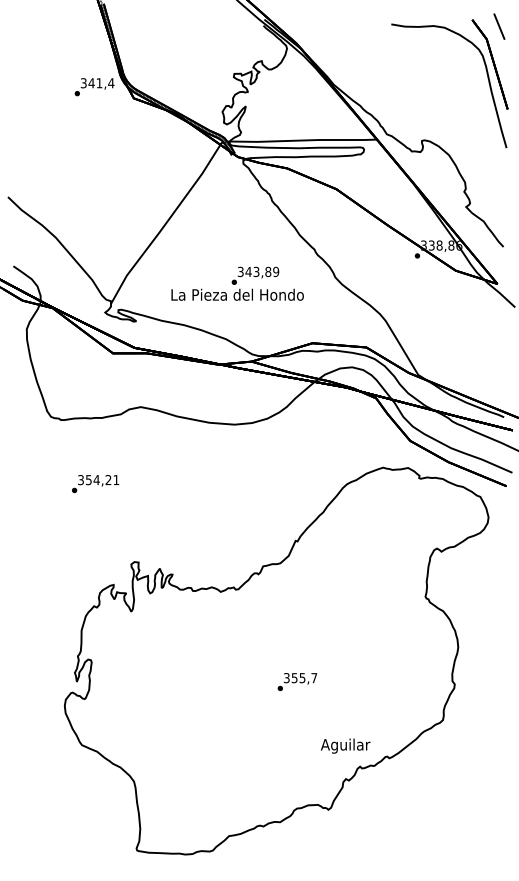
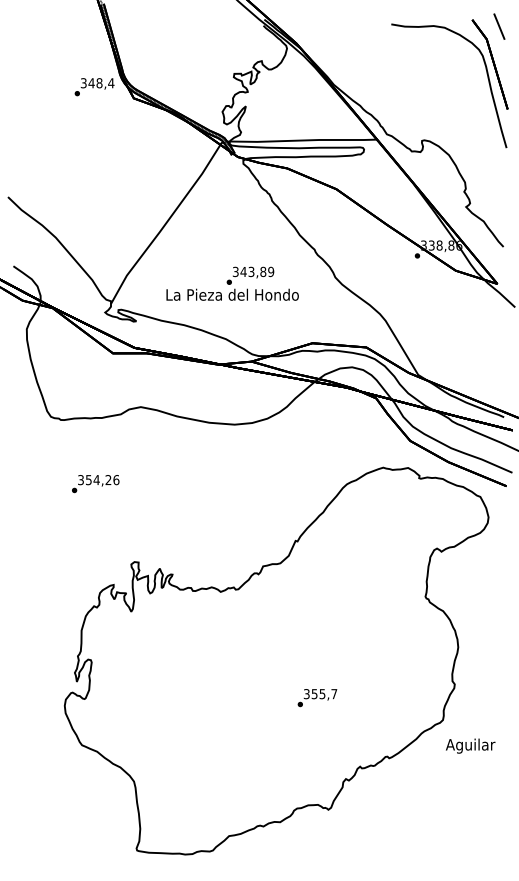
text at (99, 83): 341,4 -> 348,4
text at (237, 283) position: (237, 283) -> (232, 283)
text at (116, 480): 354,21 -> 354,26
text at (297, 682) position: (297, 682) -> (317, 698)
text at (345, 745) position: (345, 745) -> (470, 745)
